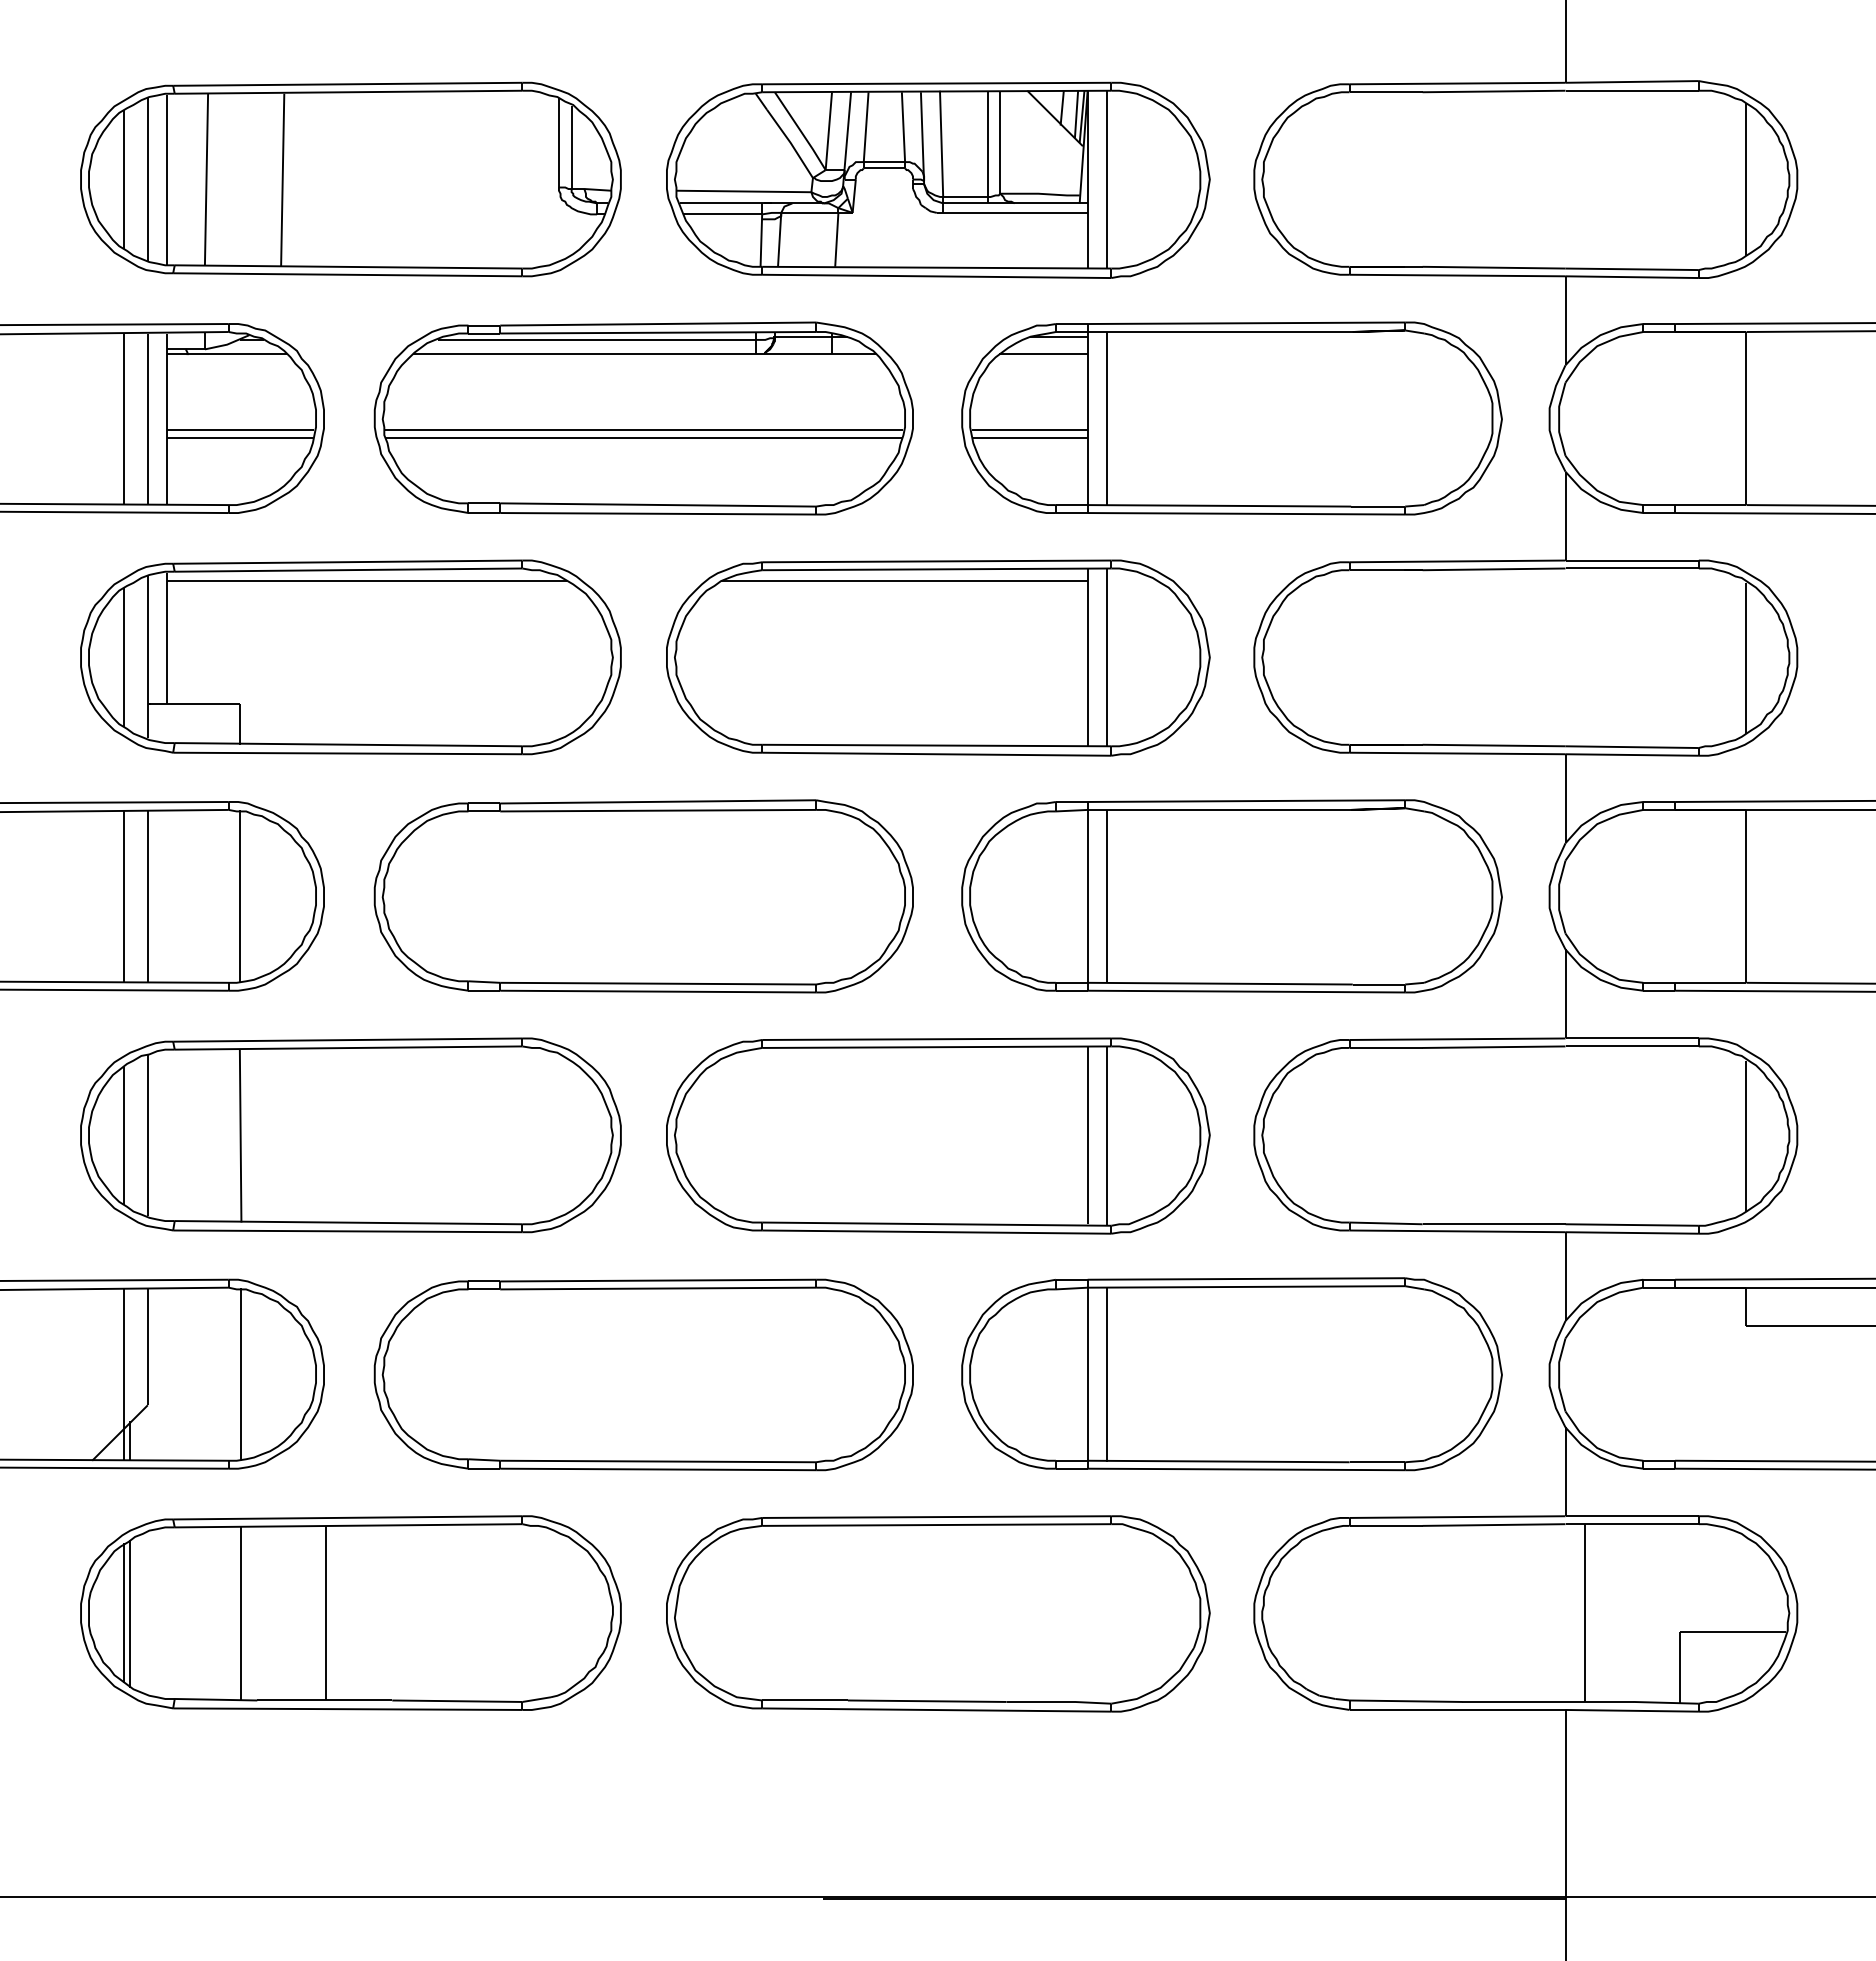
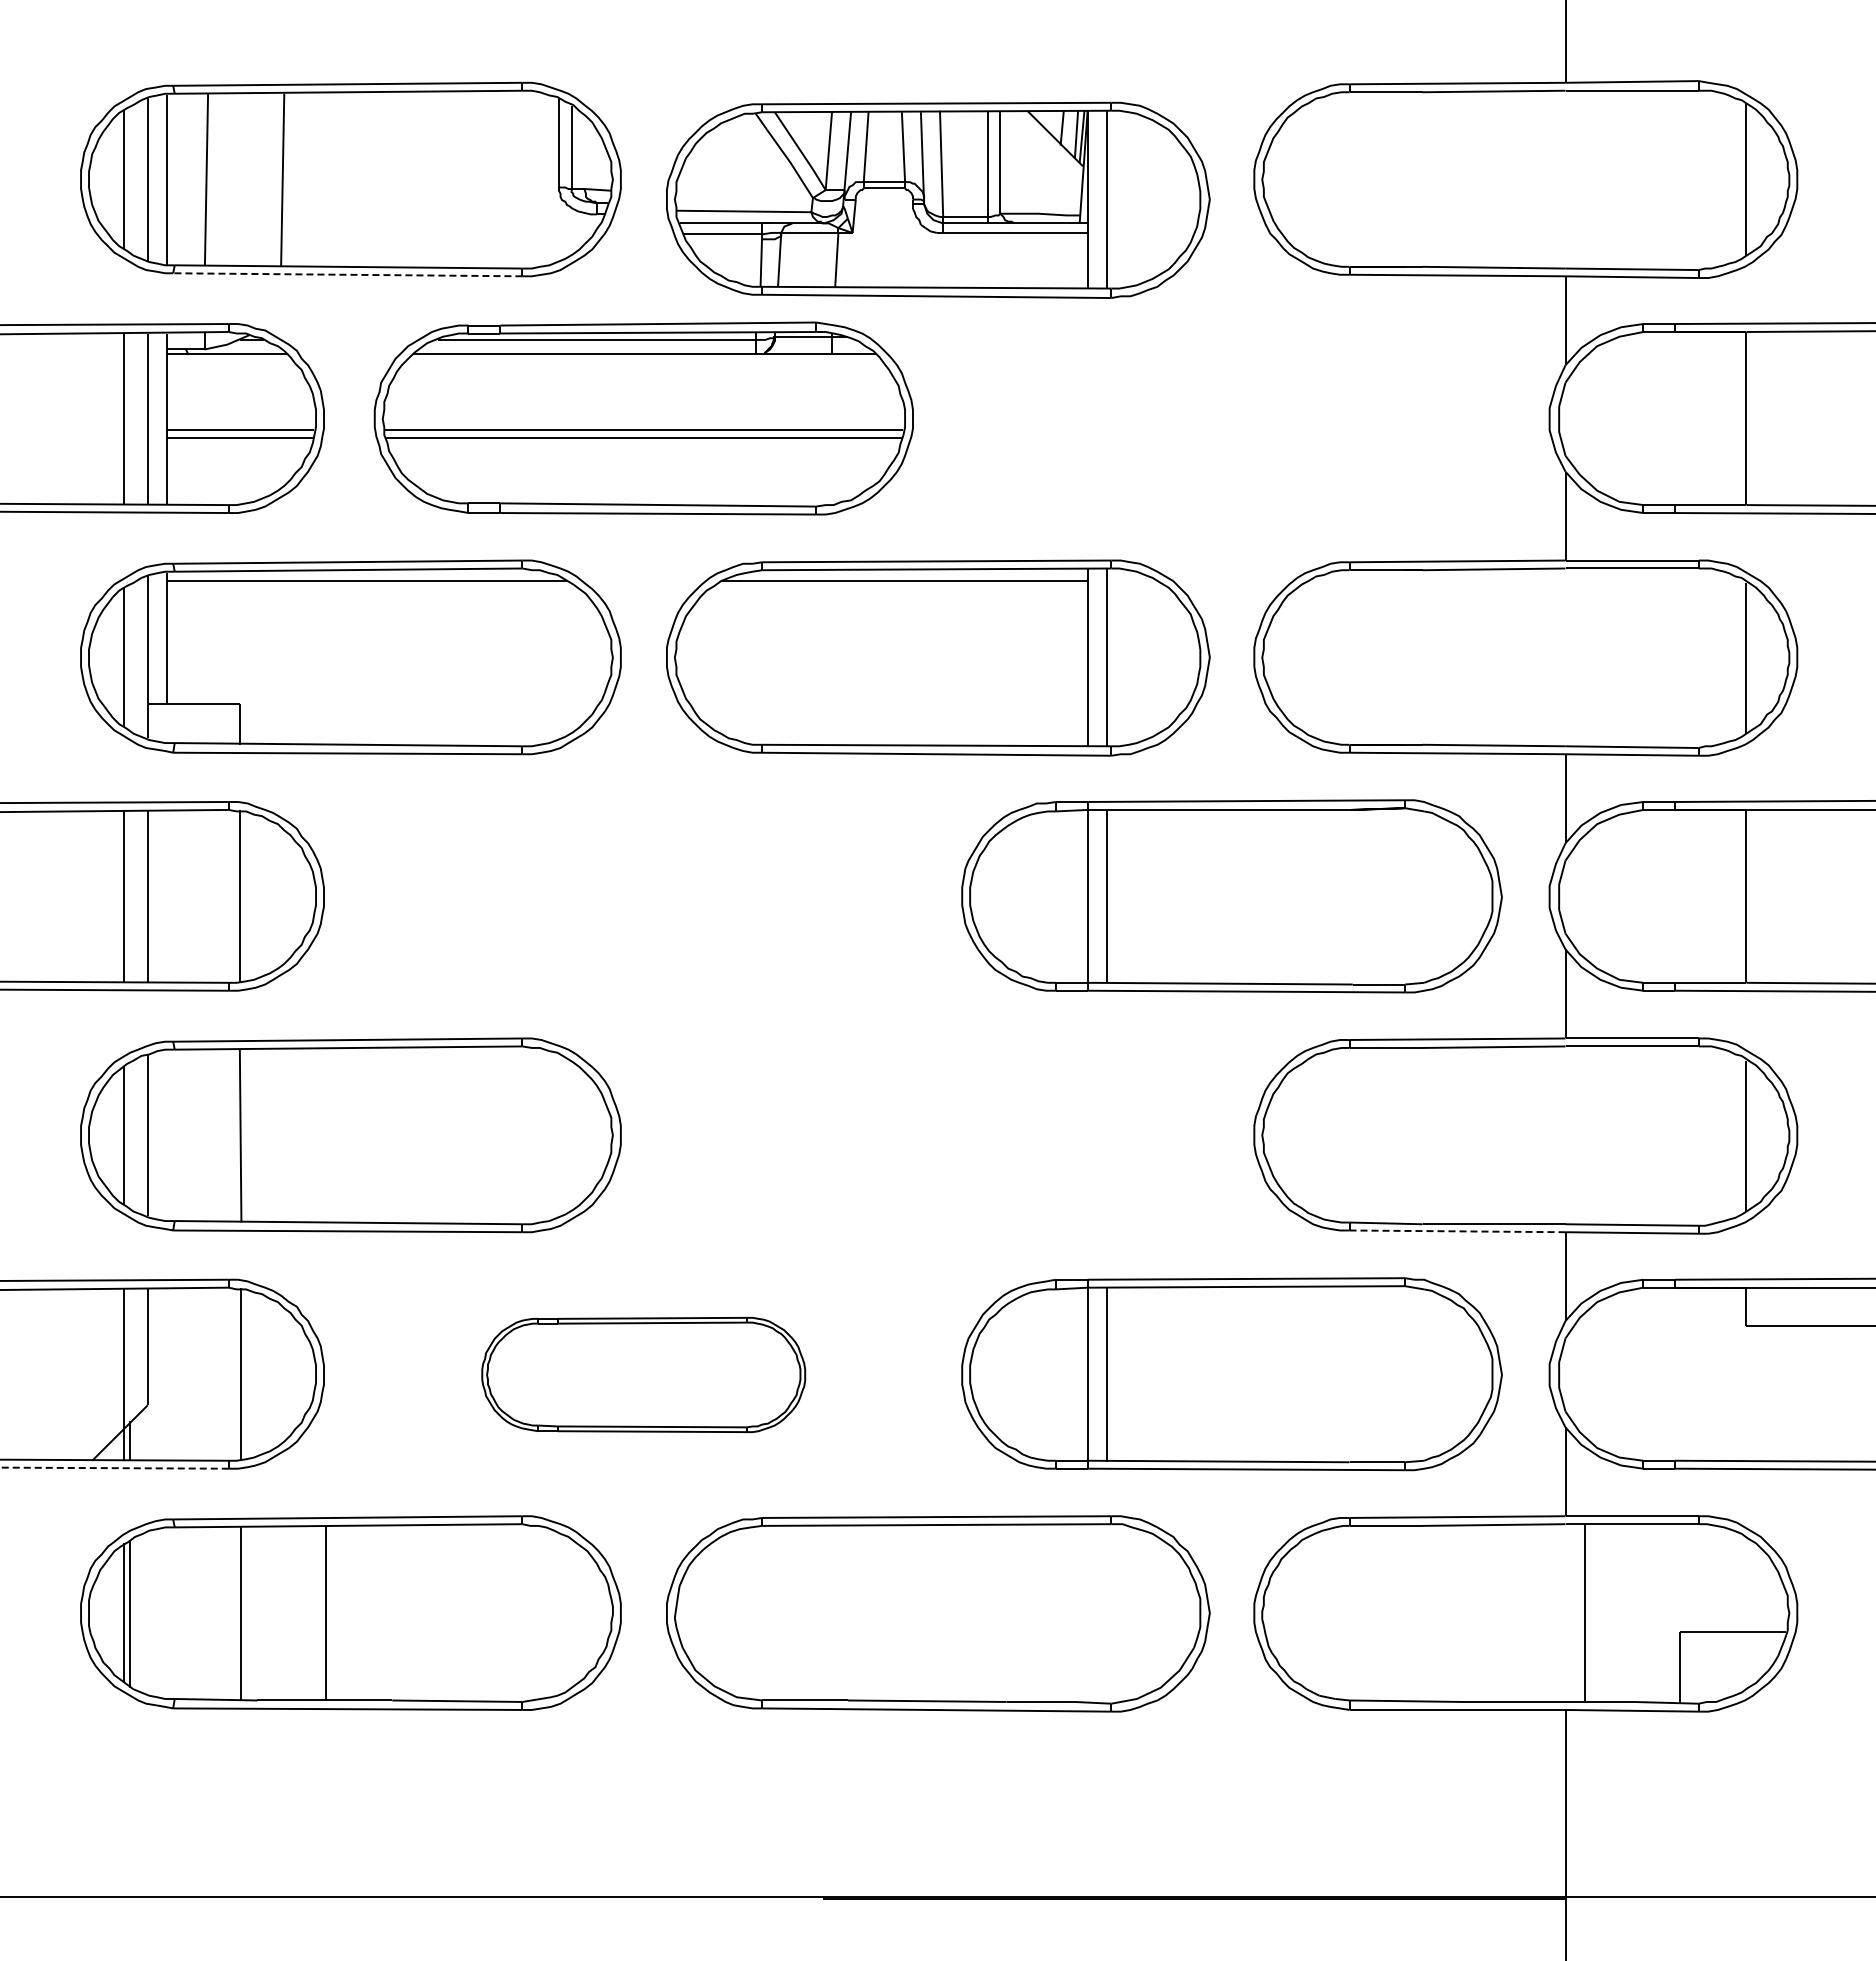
part at (938, 179) position: (938, 179) -> (938, 199)
line at (347, 274): solid -> dashed
part at (1231, 418): present -> none
part at (643, 896): present -> none
part at (938, 1135): present -> none
line at (1457, 1231): solid -> dashed
part at (643, 1374) size: 541x194 px -> 326x116 px
line at (113, 1468): solid -> dashed
